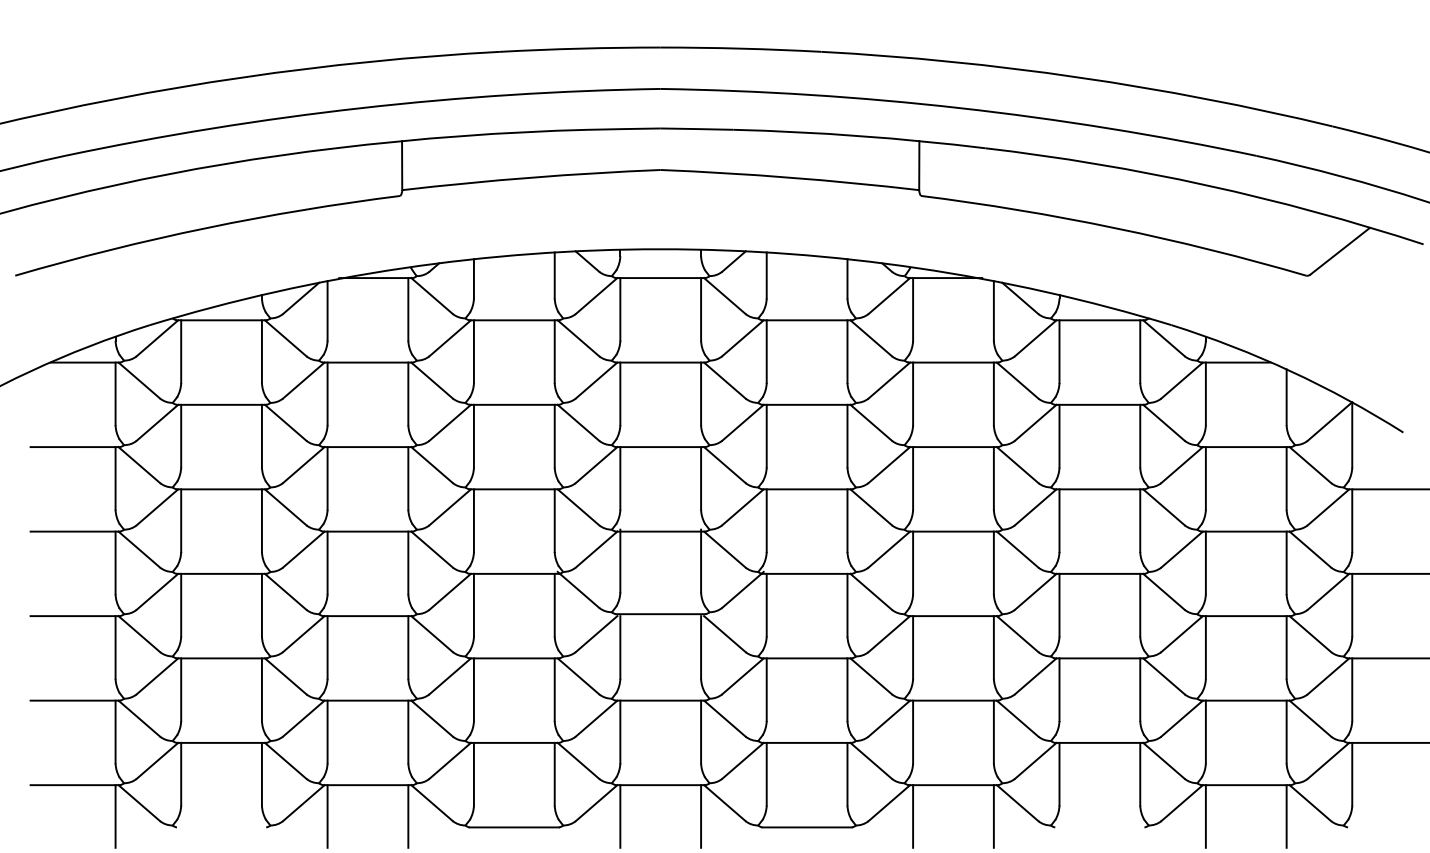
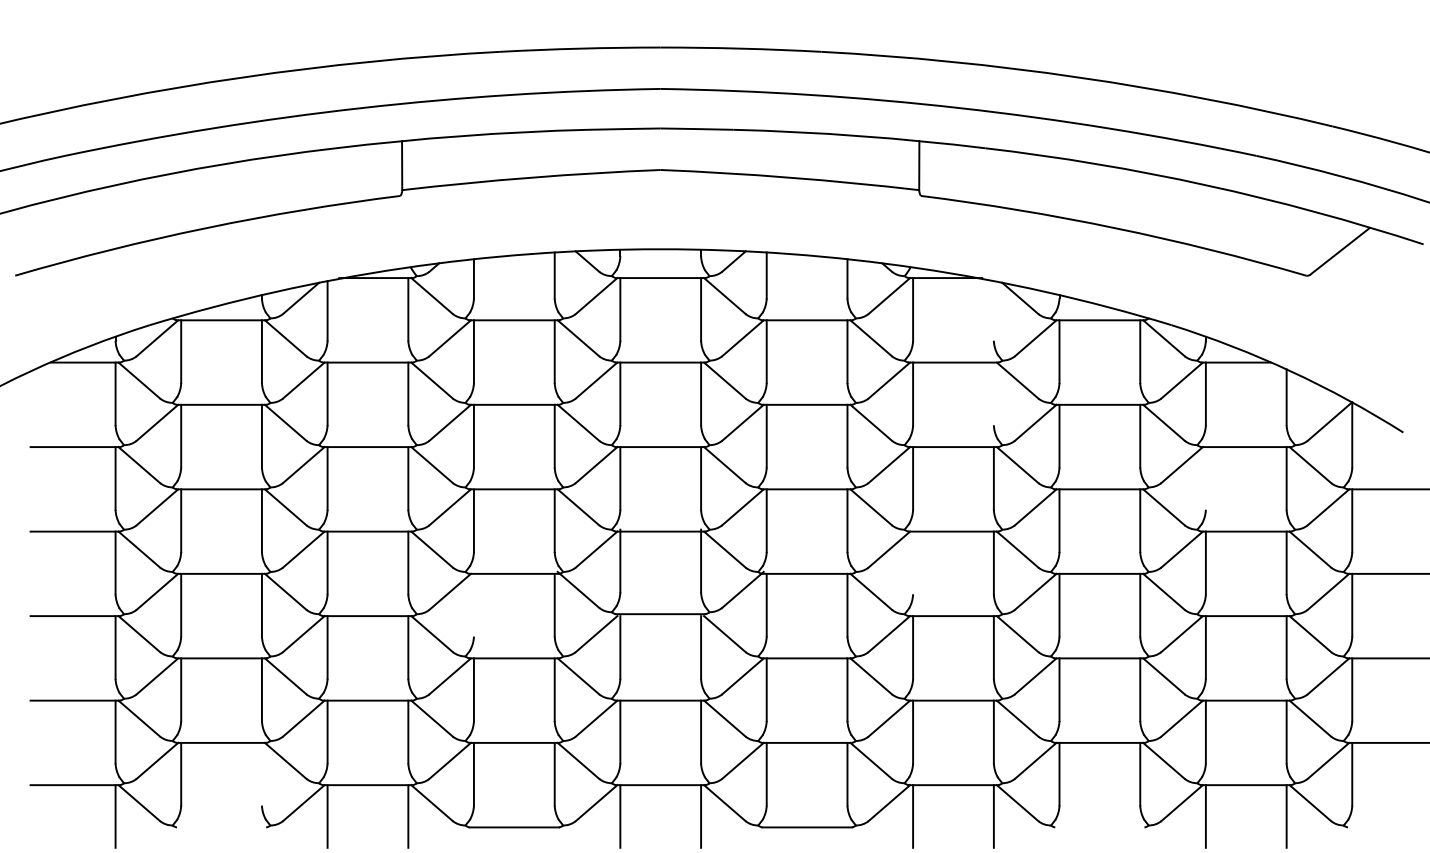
line at (993, 310): present -> none
line at (993, 393): present -> none
line at (1205, 478): present -> none
line at (913, 562): present -> none
line at (473, 604): present -> none
line at (261, 773): present -> none
